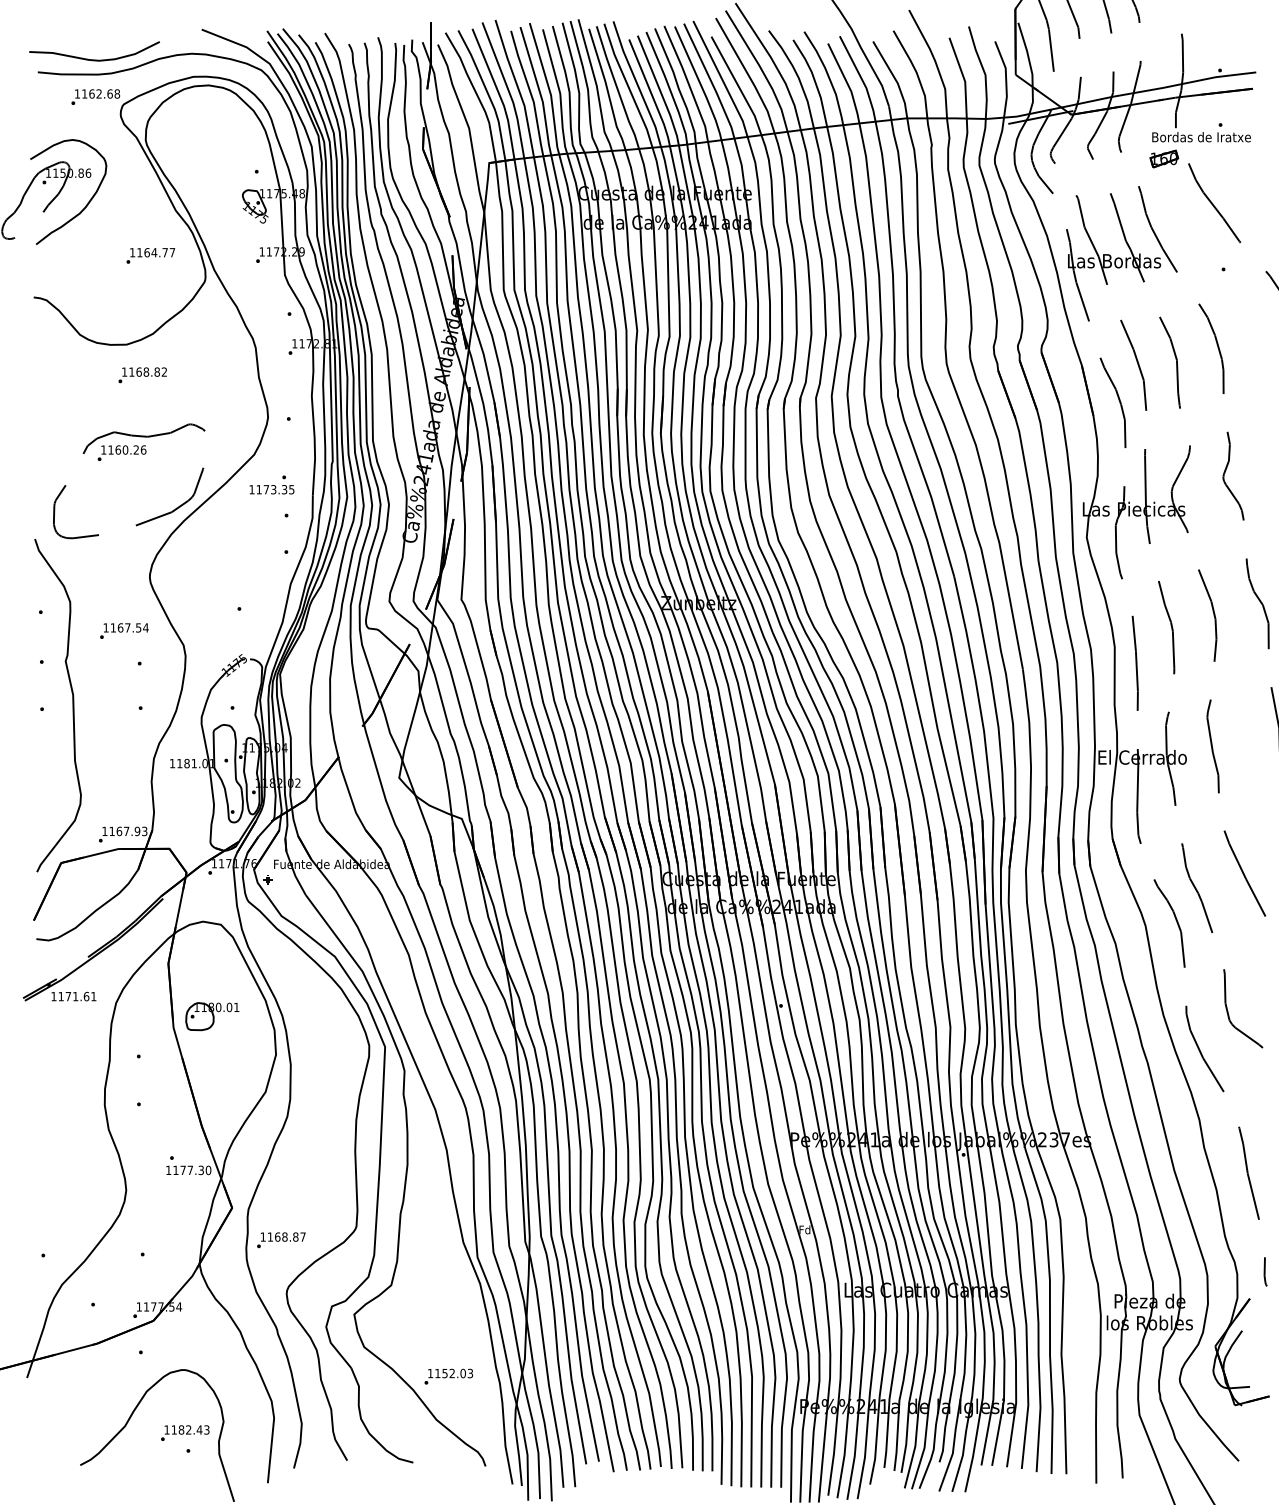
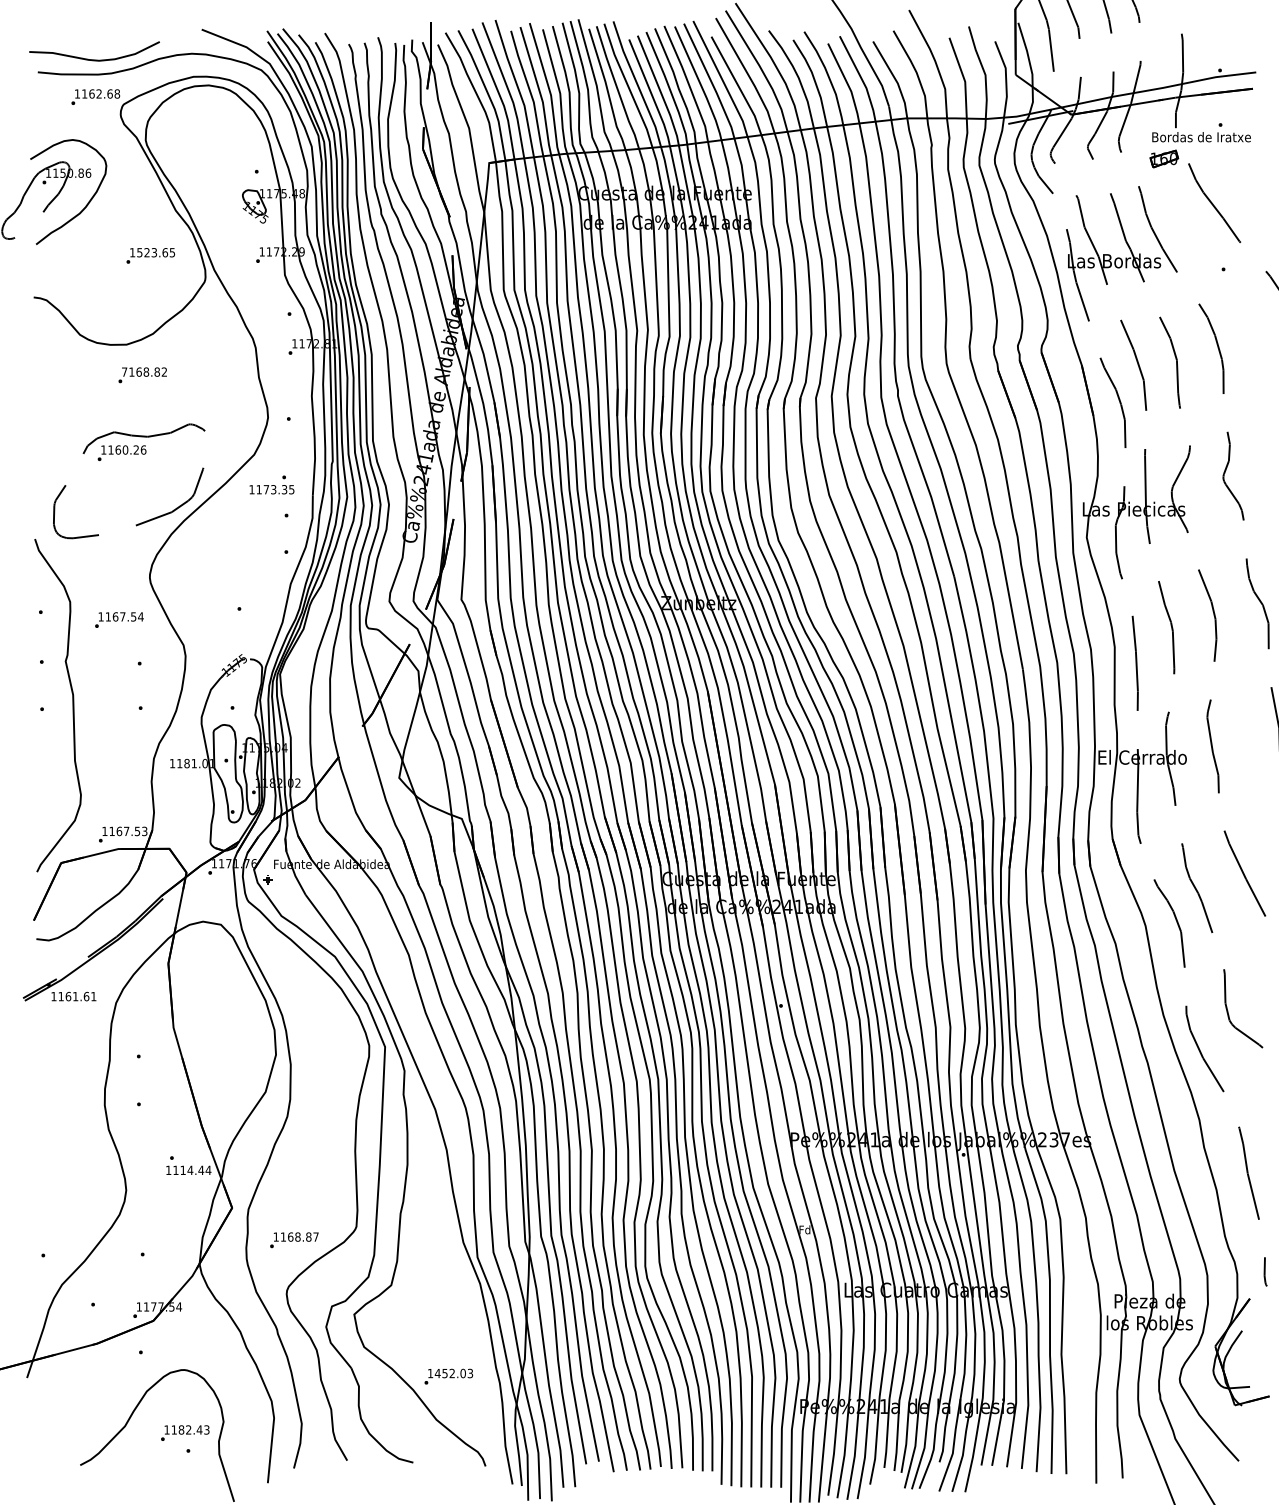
text at (156, 252): 1164.77 -> 1523.65
text at (124, 371): 1168.82 -> 7168.82
text at (124, 630) position: (124, 630) -> (119, 619)
text at (137, 830): 1167.93 -> 1167.53
text at (68, 996): 1171.61 -> 1161.61
part at (212, 1016): present -> none
text at (195, 1170): 1177.30 -> 1114.44
text at (281, 1240) position: (281, 1240) -> (294, 1240)
text at (437, 1373): 1152.03 -> 1452.03
